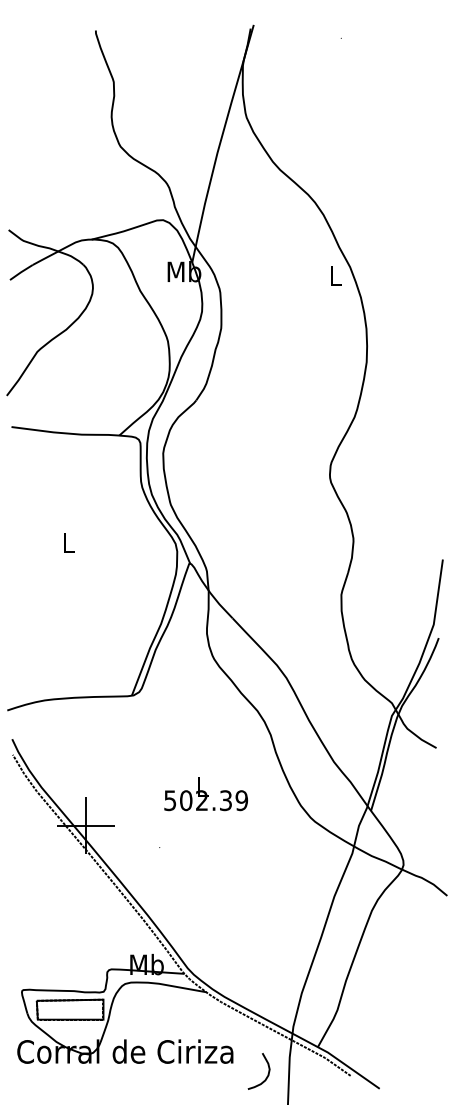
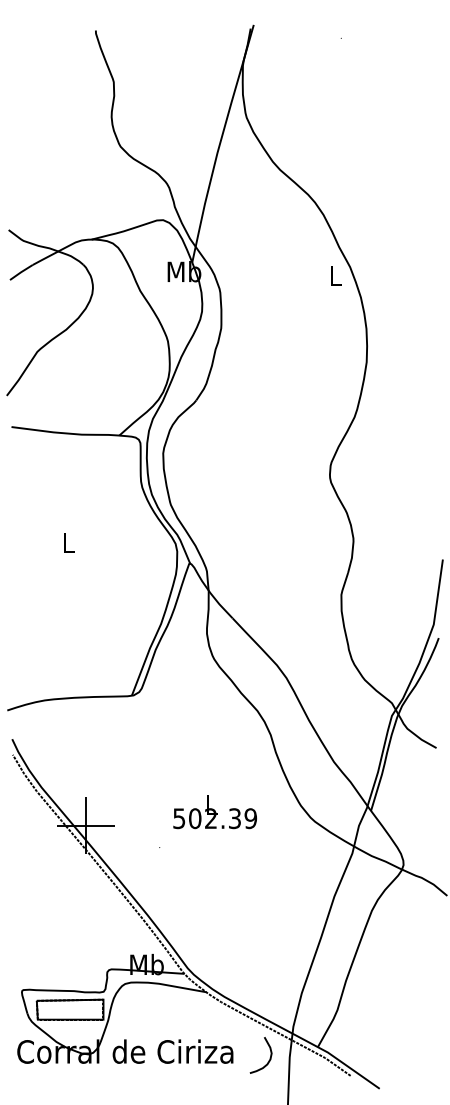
text at (205, 794) position: (205, 794) -> (214, 812)
curve at (266, 1076) position: (266, 1076) -> (268, 1060)
